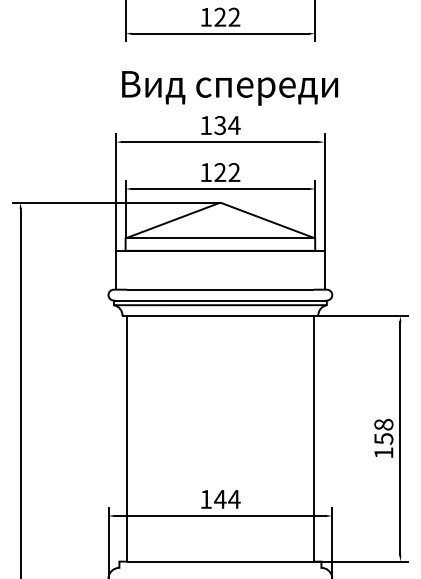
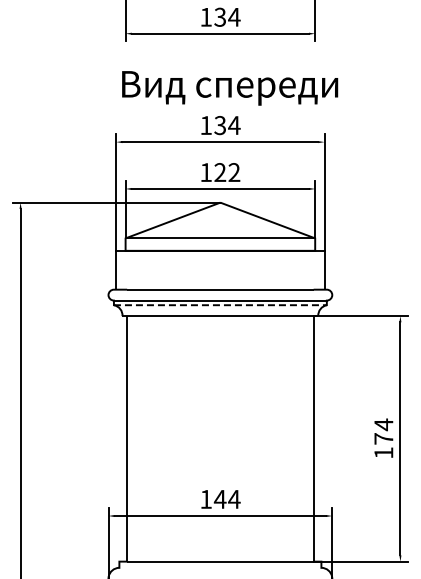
text at (227, 16): 122 -> 134
line at (220, 305): solid -> dashed
text at (383, 431): 158 -> 174
